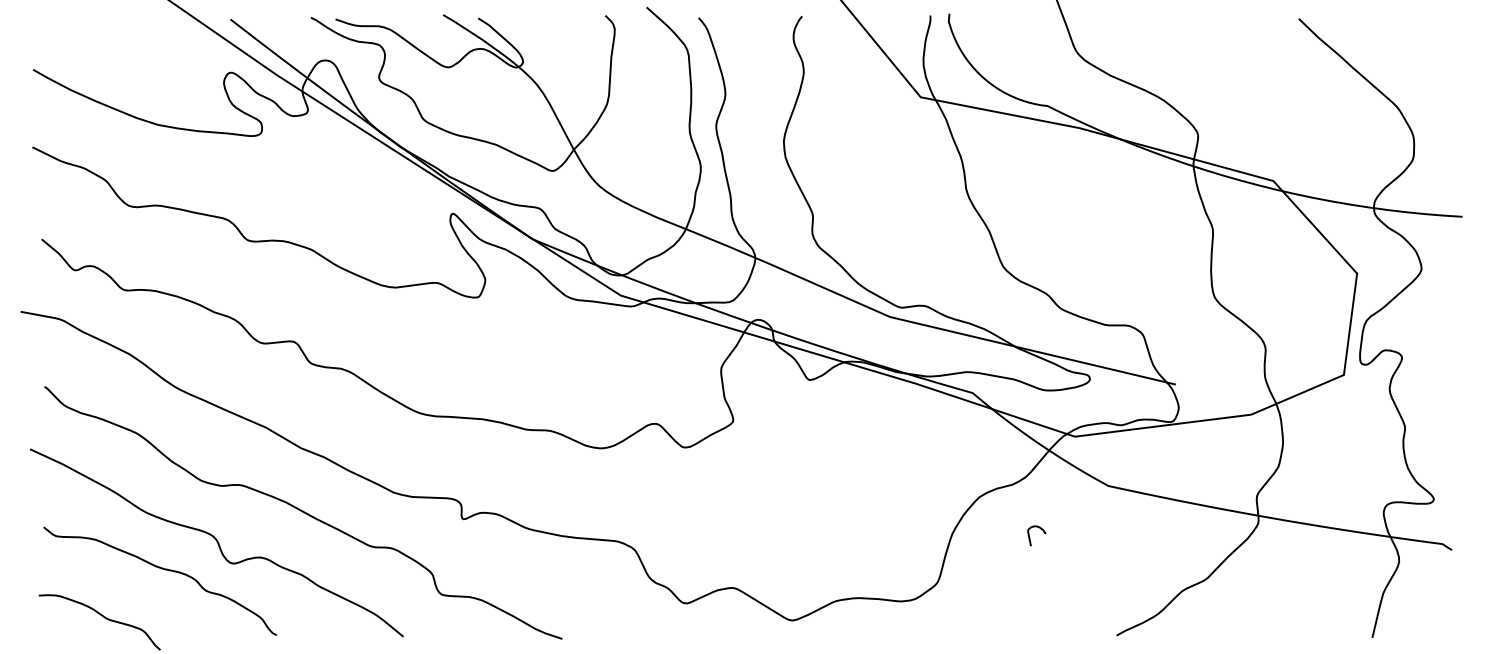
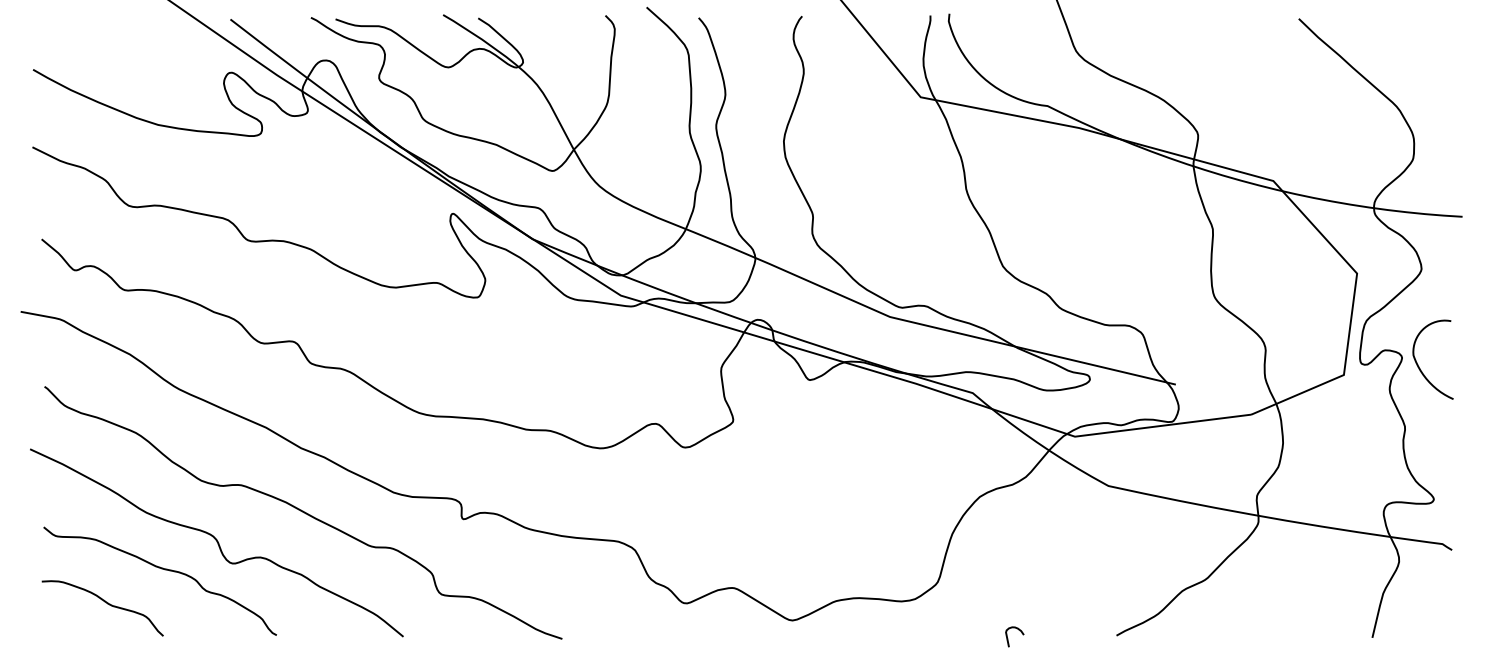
curve at (1419, 366): none -> present
curve at (1030, 537) position: (1030, 537) -> (1008, 638)
curve at (101, 616) position: (101, 616) -> (104, 602)
